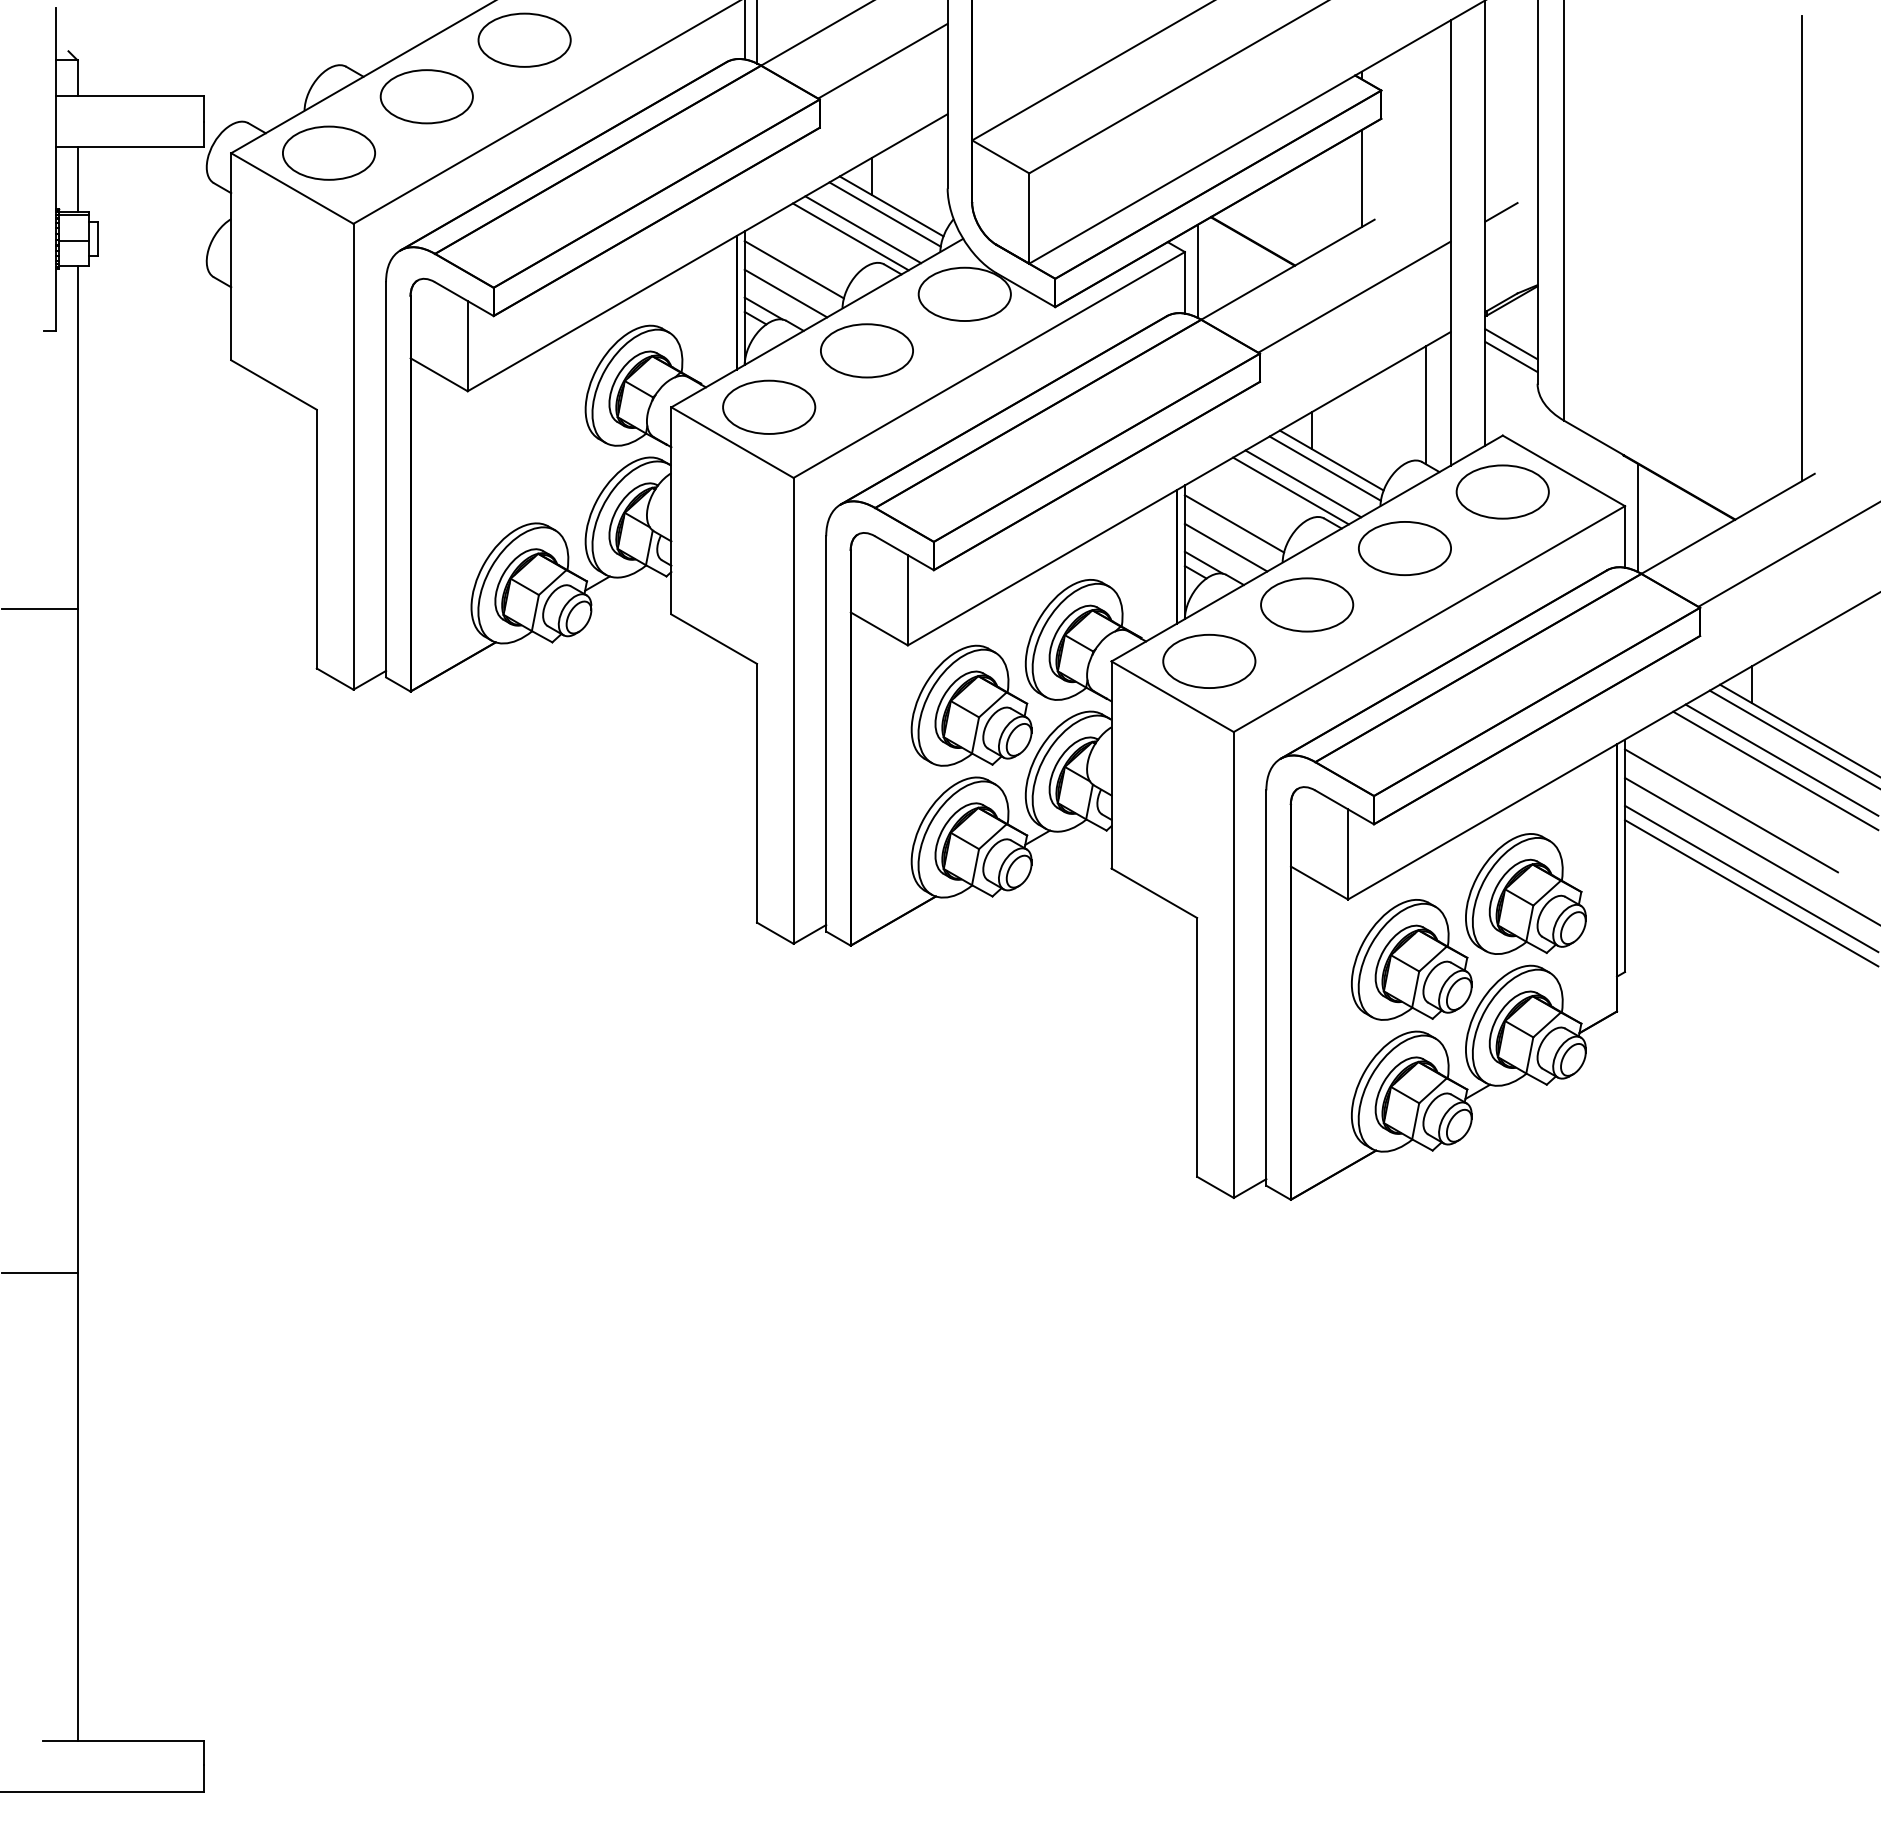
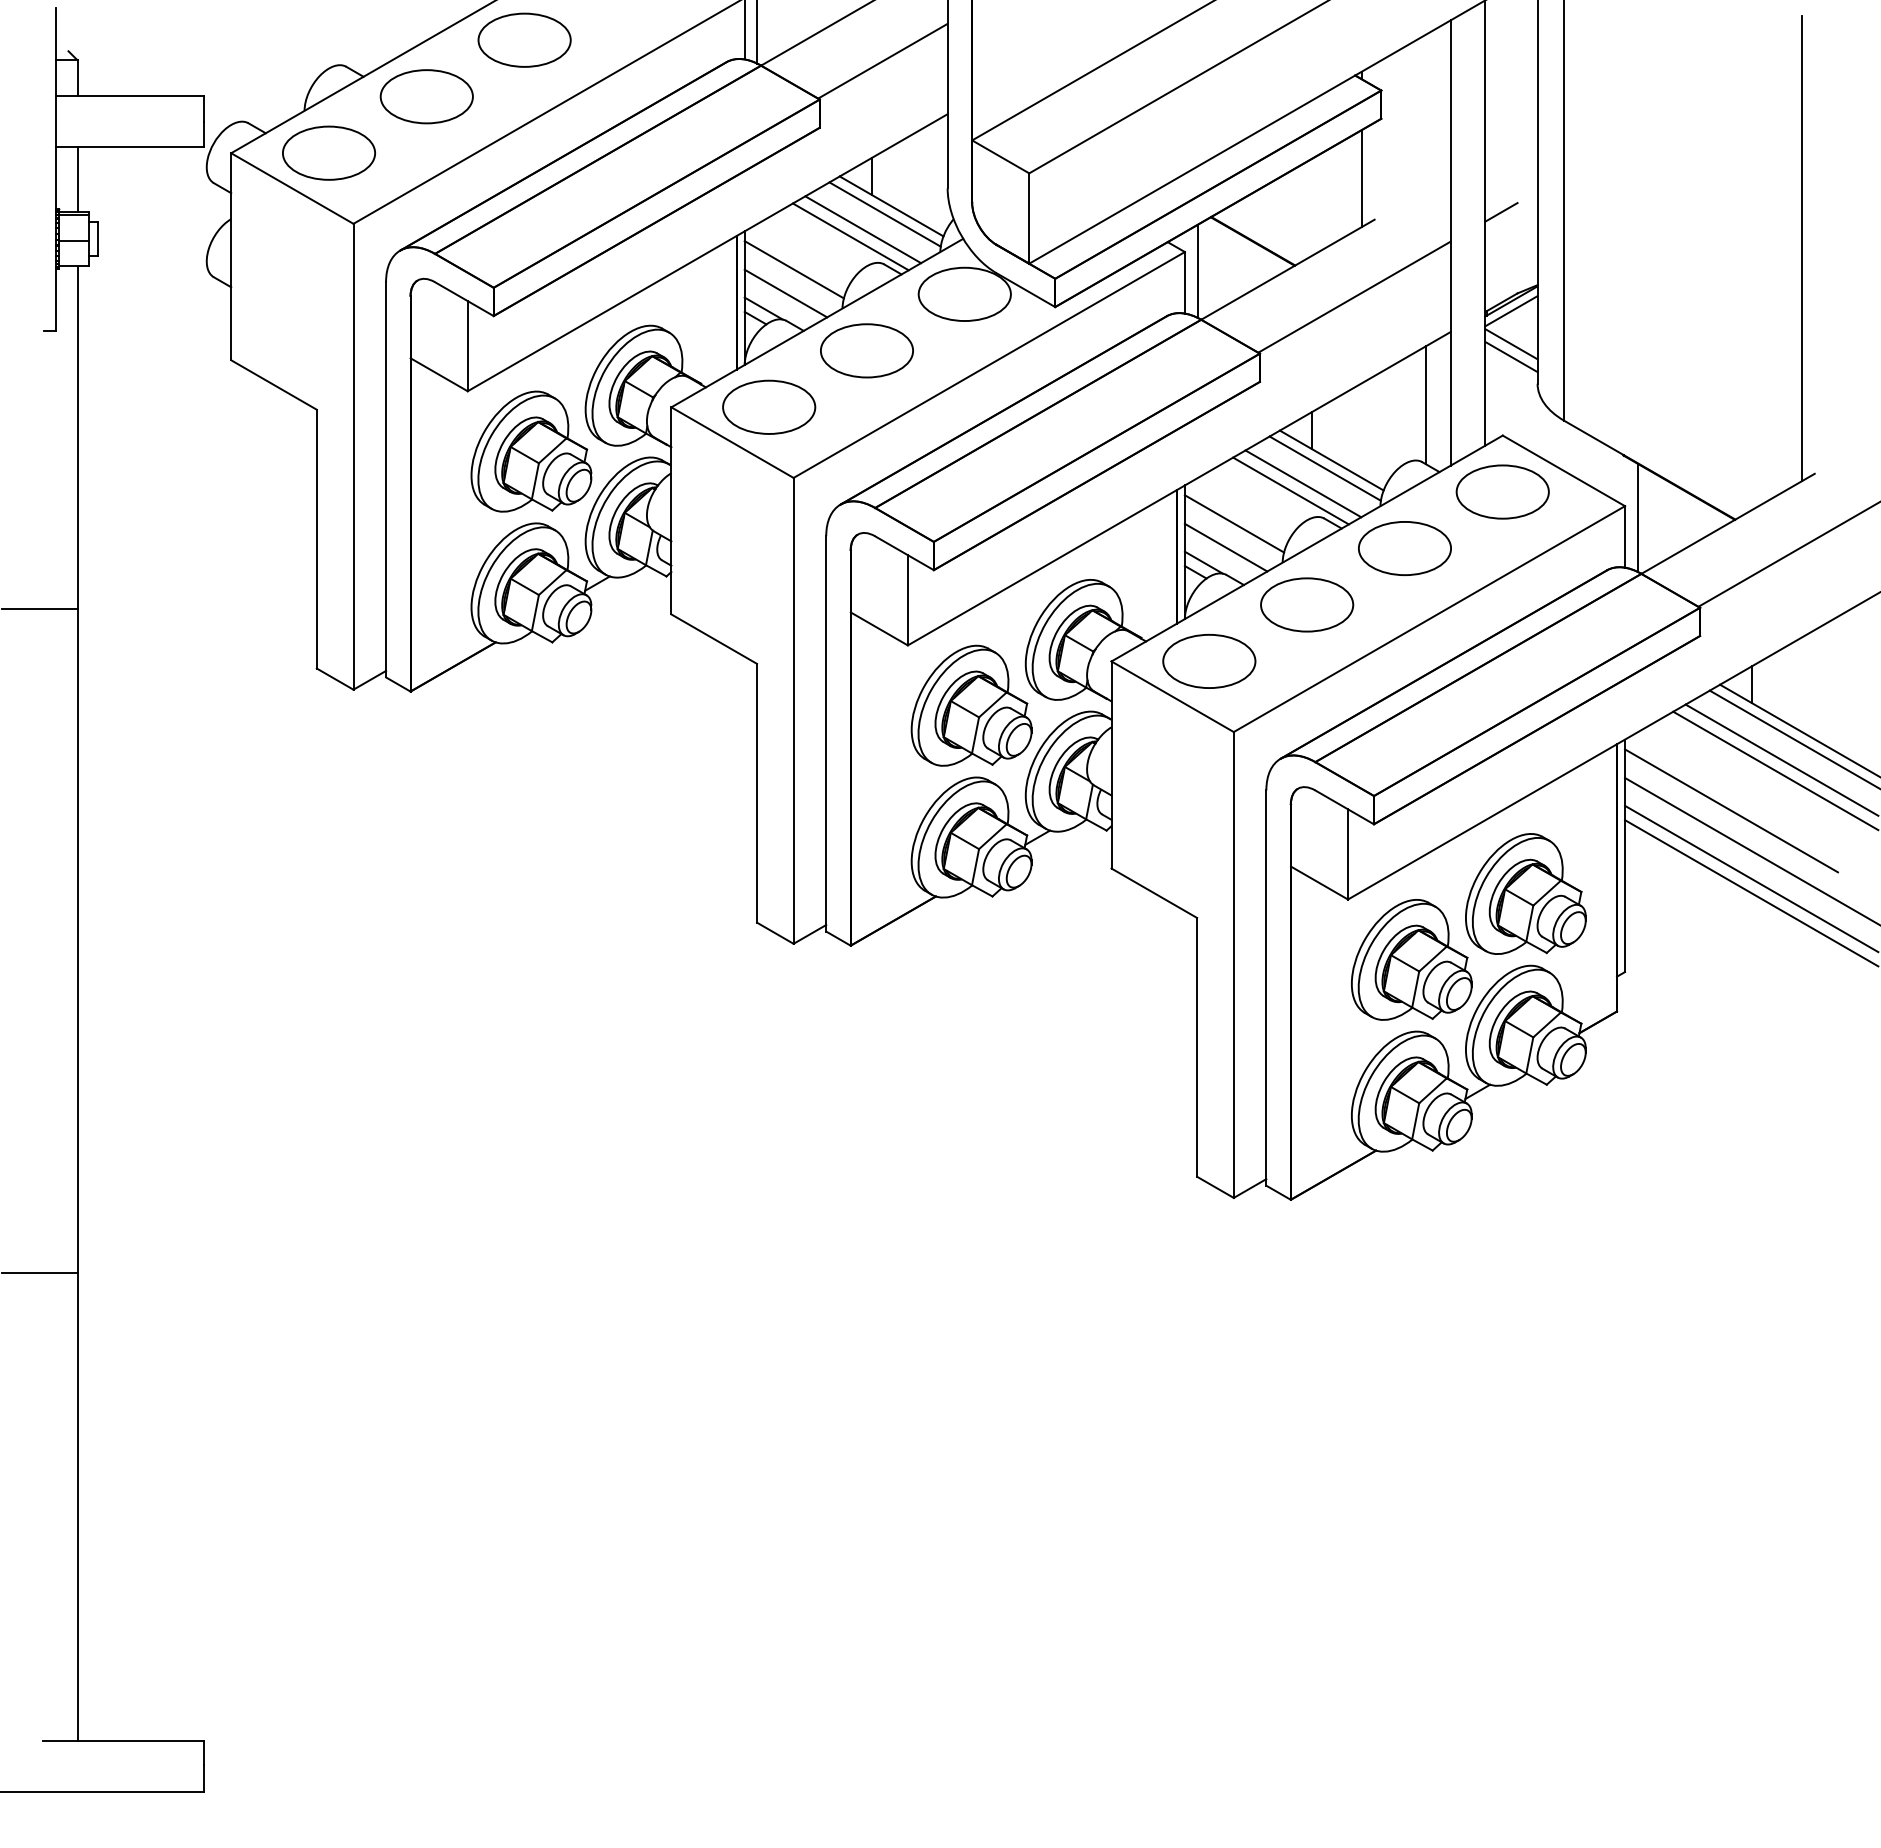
line at (1511, 311): none -> present
part at (531, 451): none -> present
